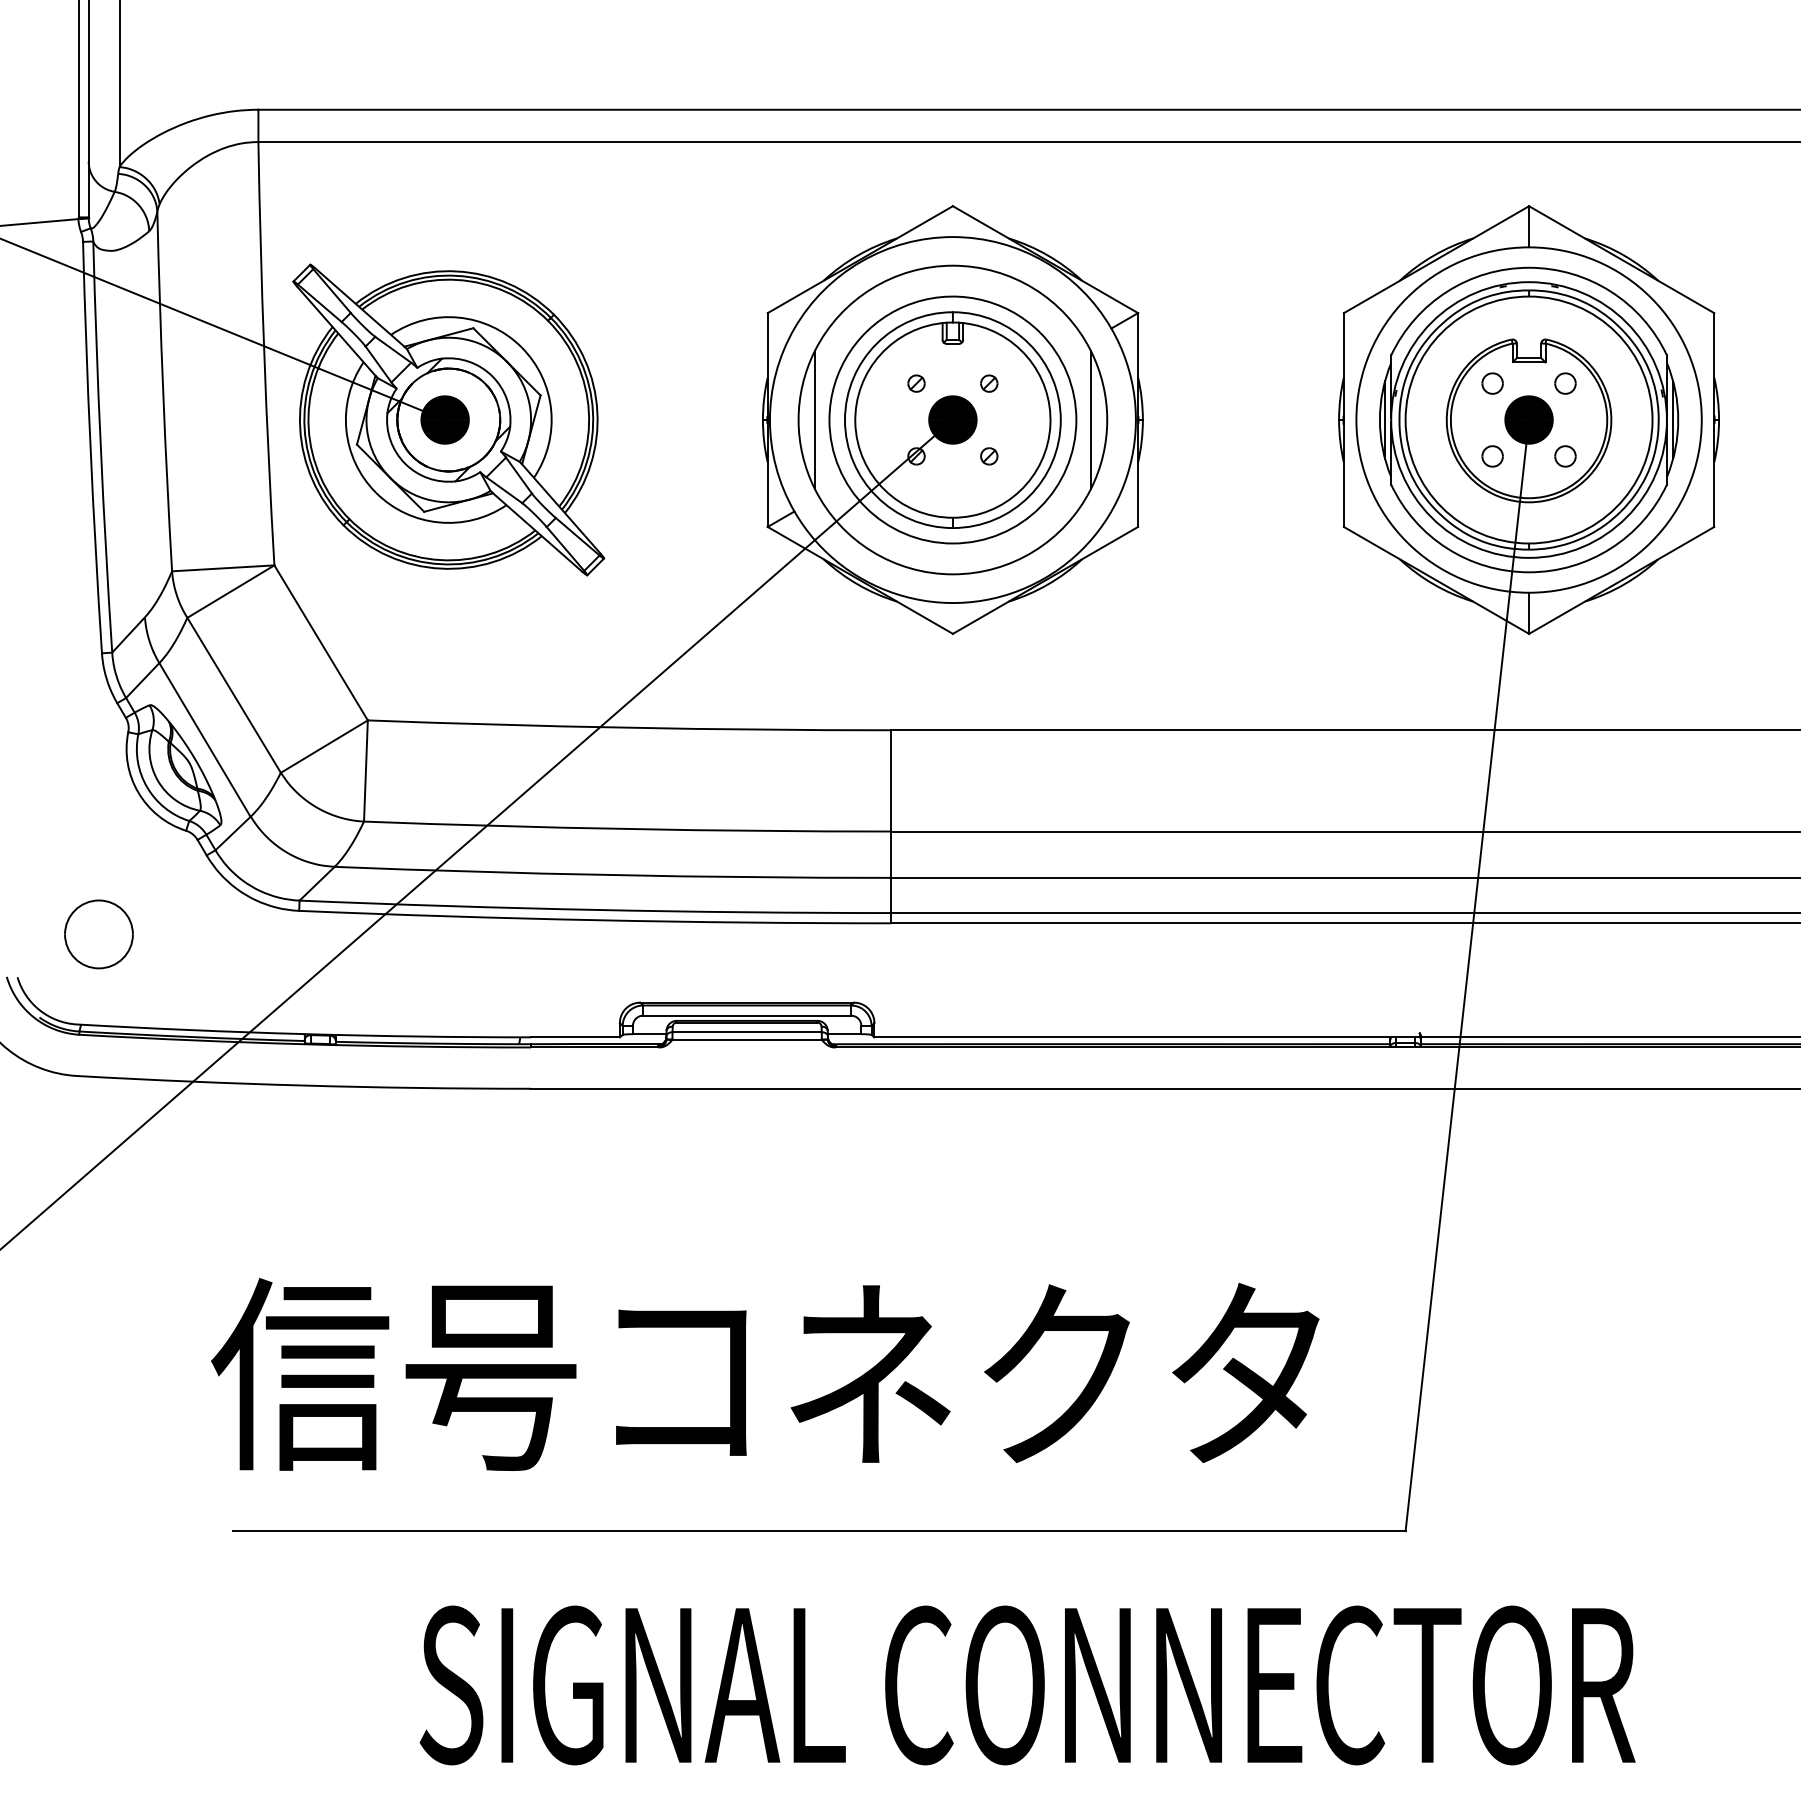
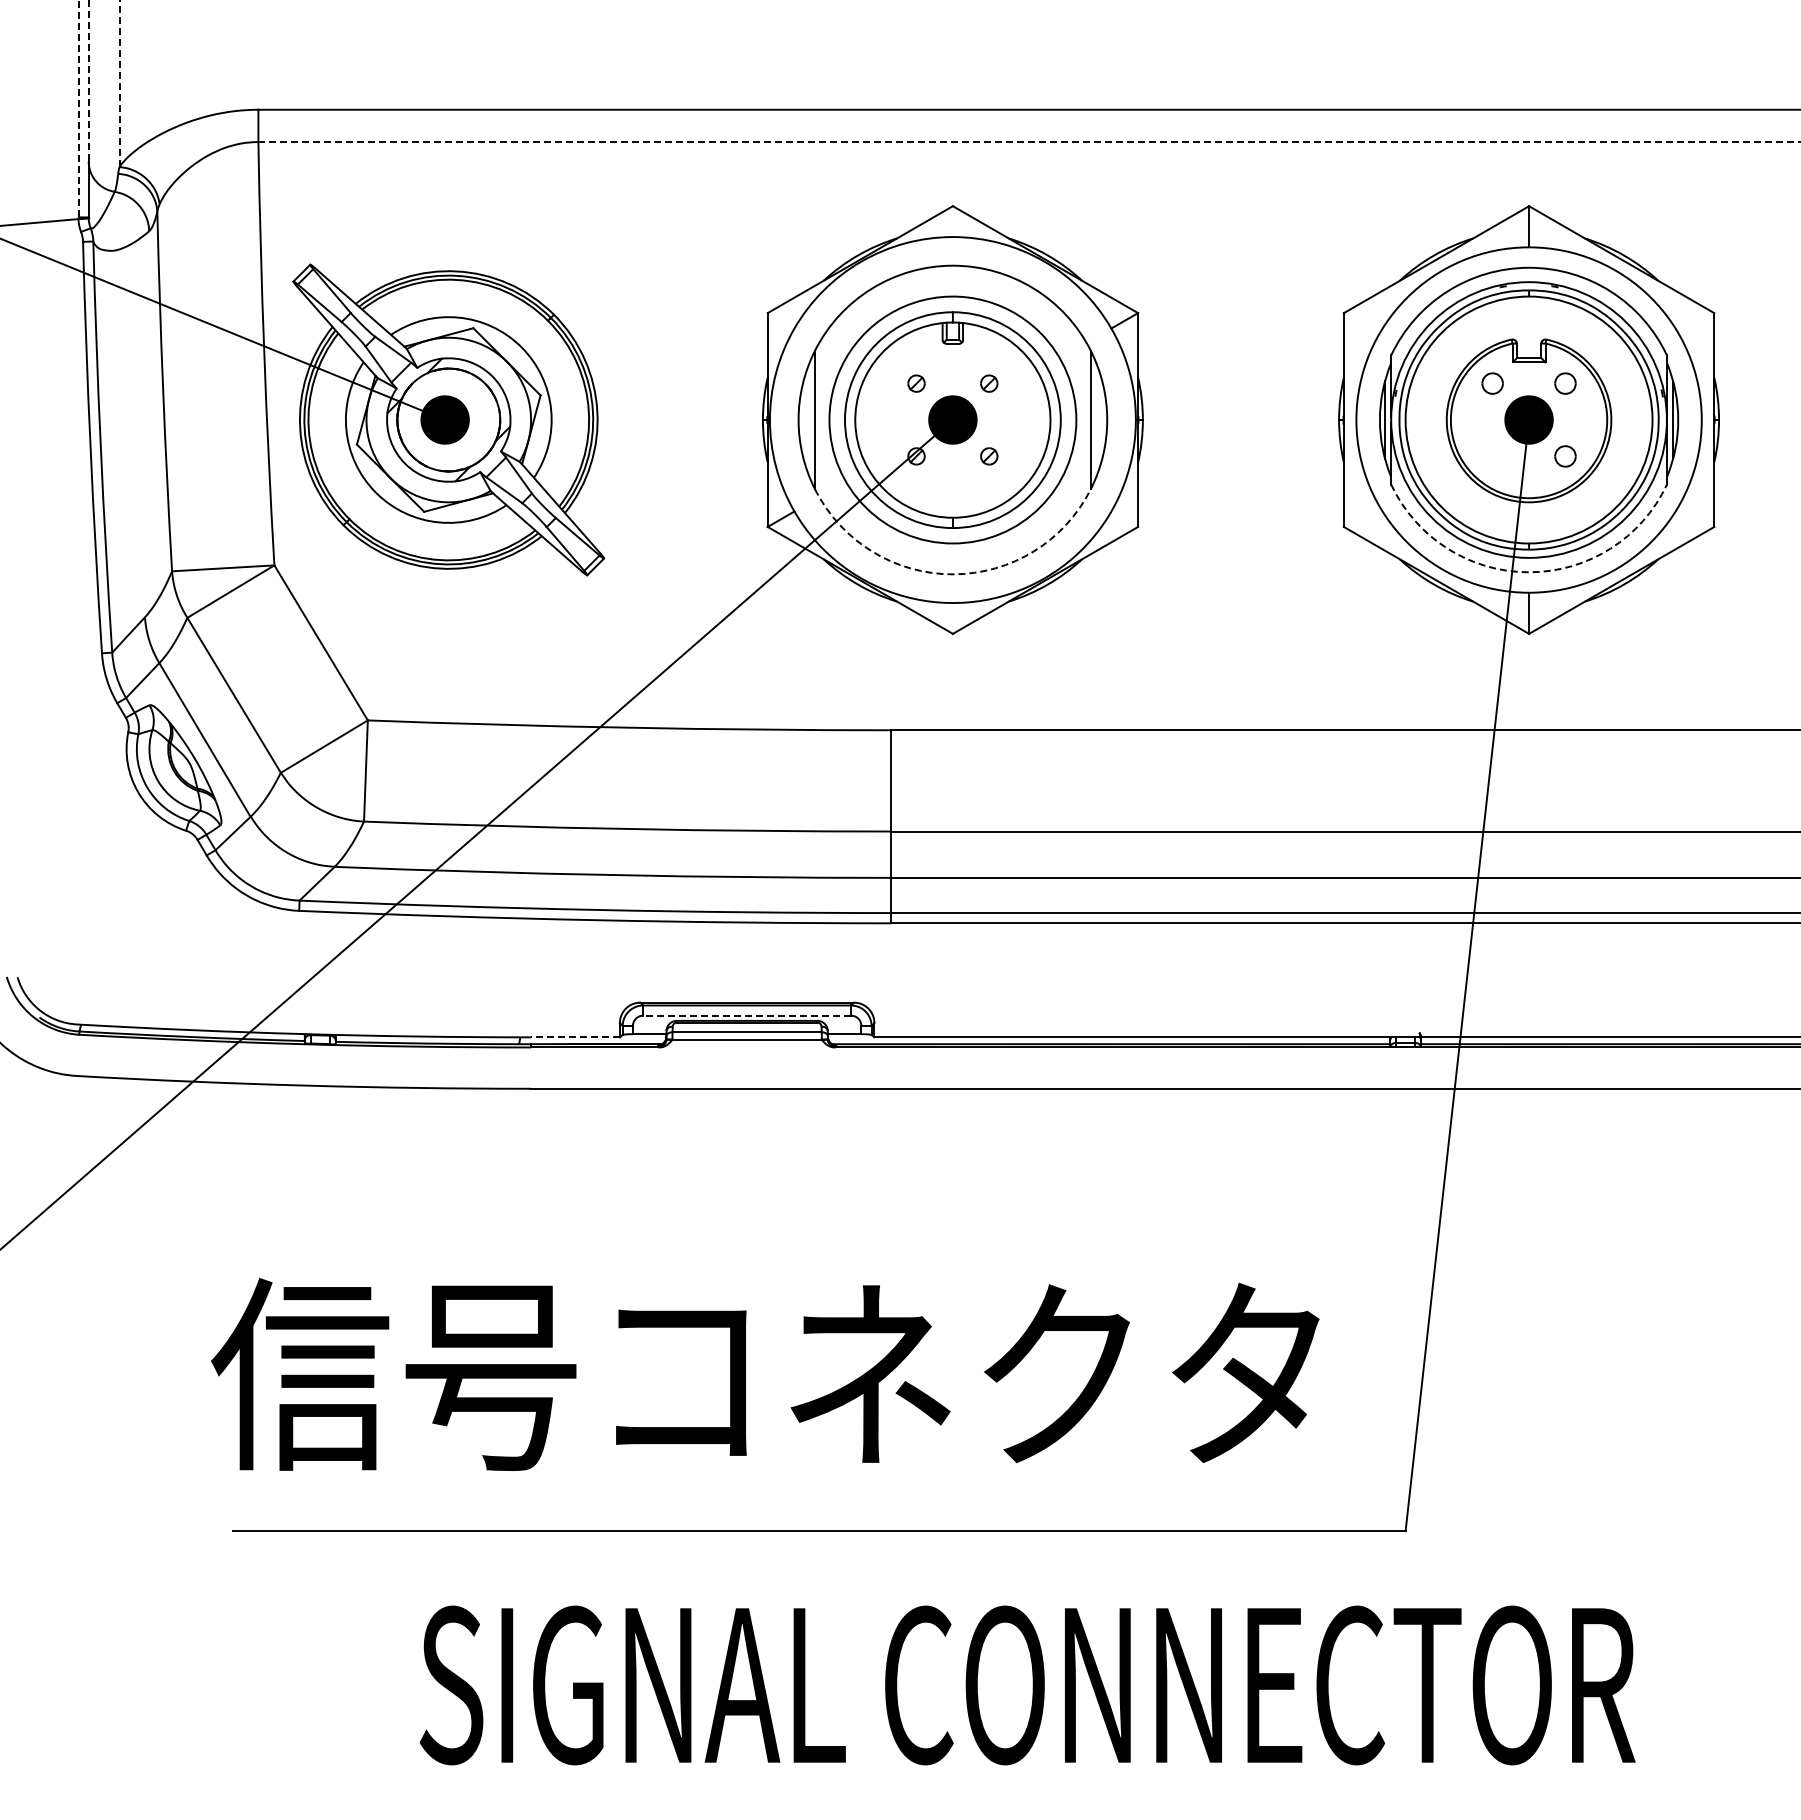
line at (88, 80): solid -> dashed
line at (119, 83): solid -> dashed
line at (78, 108): solid -> dashed
line at (1029, 142): solid -> dashed
part at (1492, 456): present -> none
arc at (1529, 572): solid -> dashed
arc at (952, 574): solid -> dashed
part at (98, 934): present -> none
line at (747, 1015): solid -> dashed
line at (575, 1037): solid -> dashed
